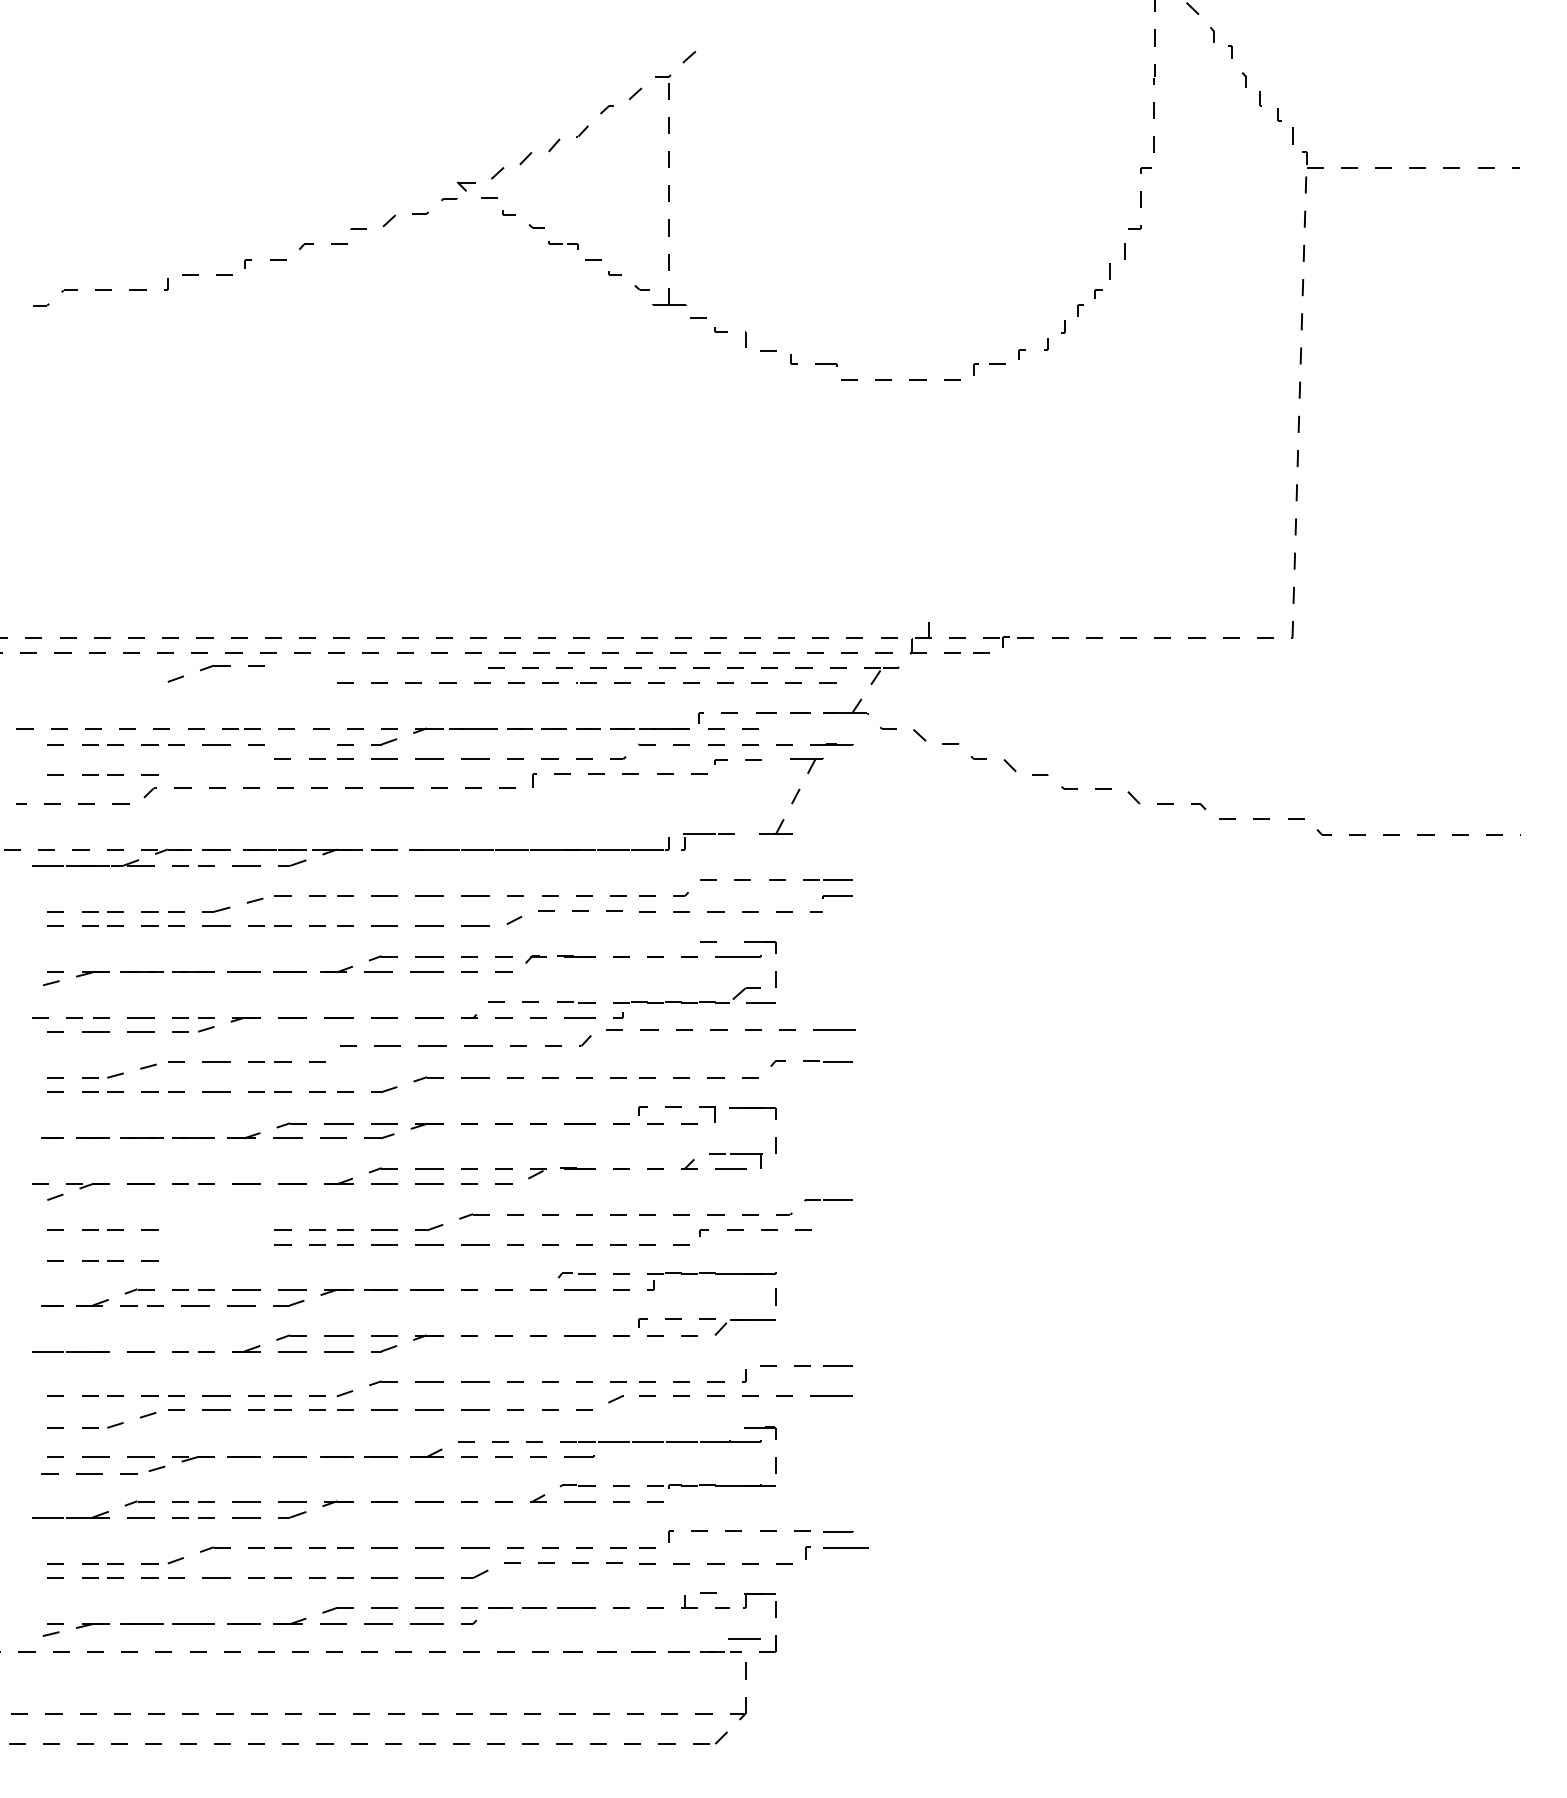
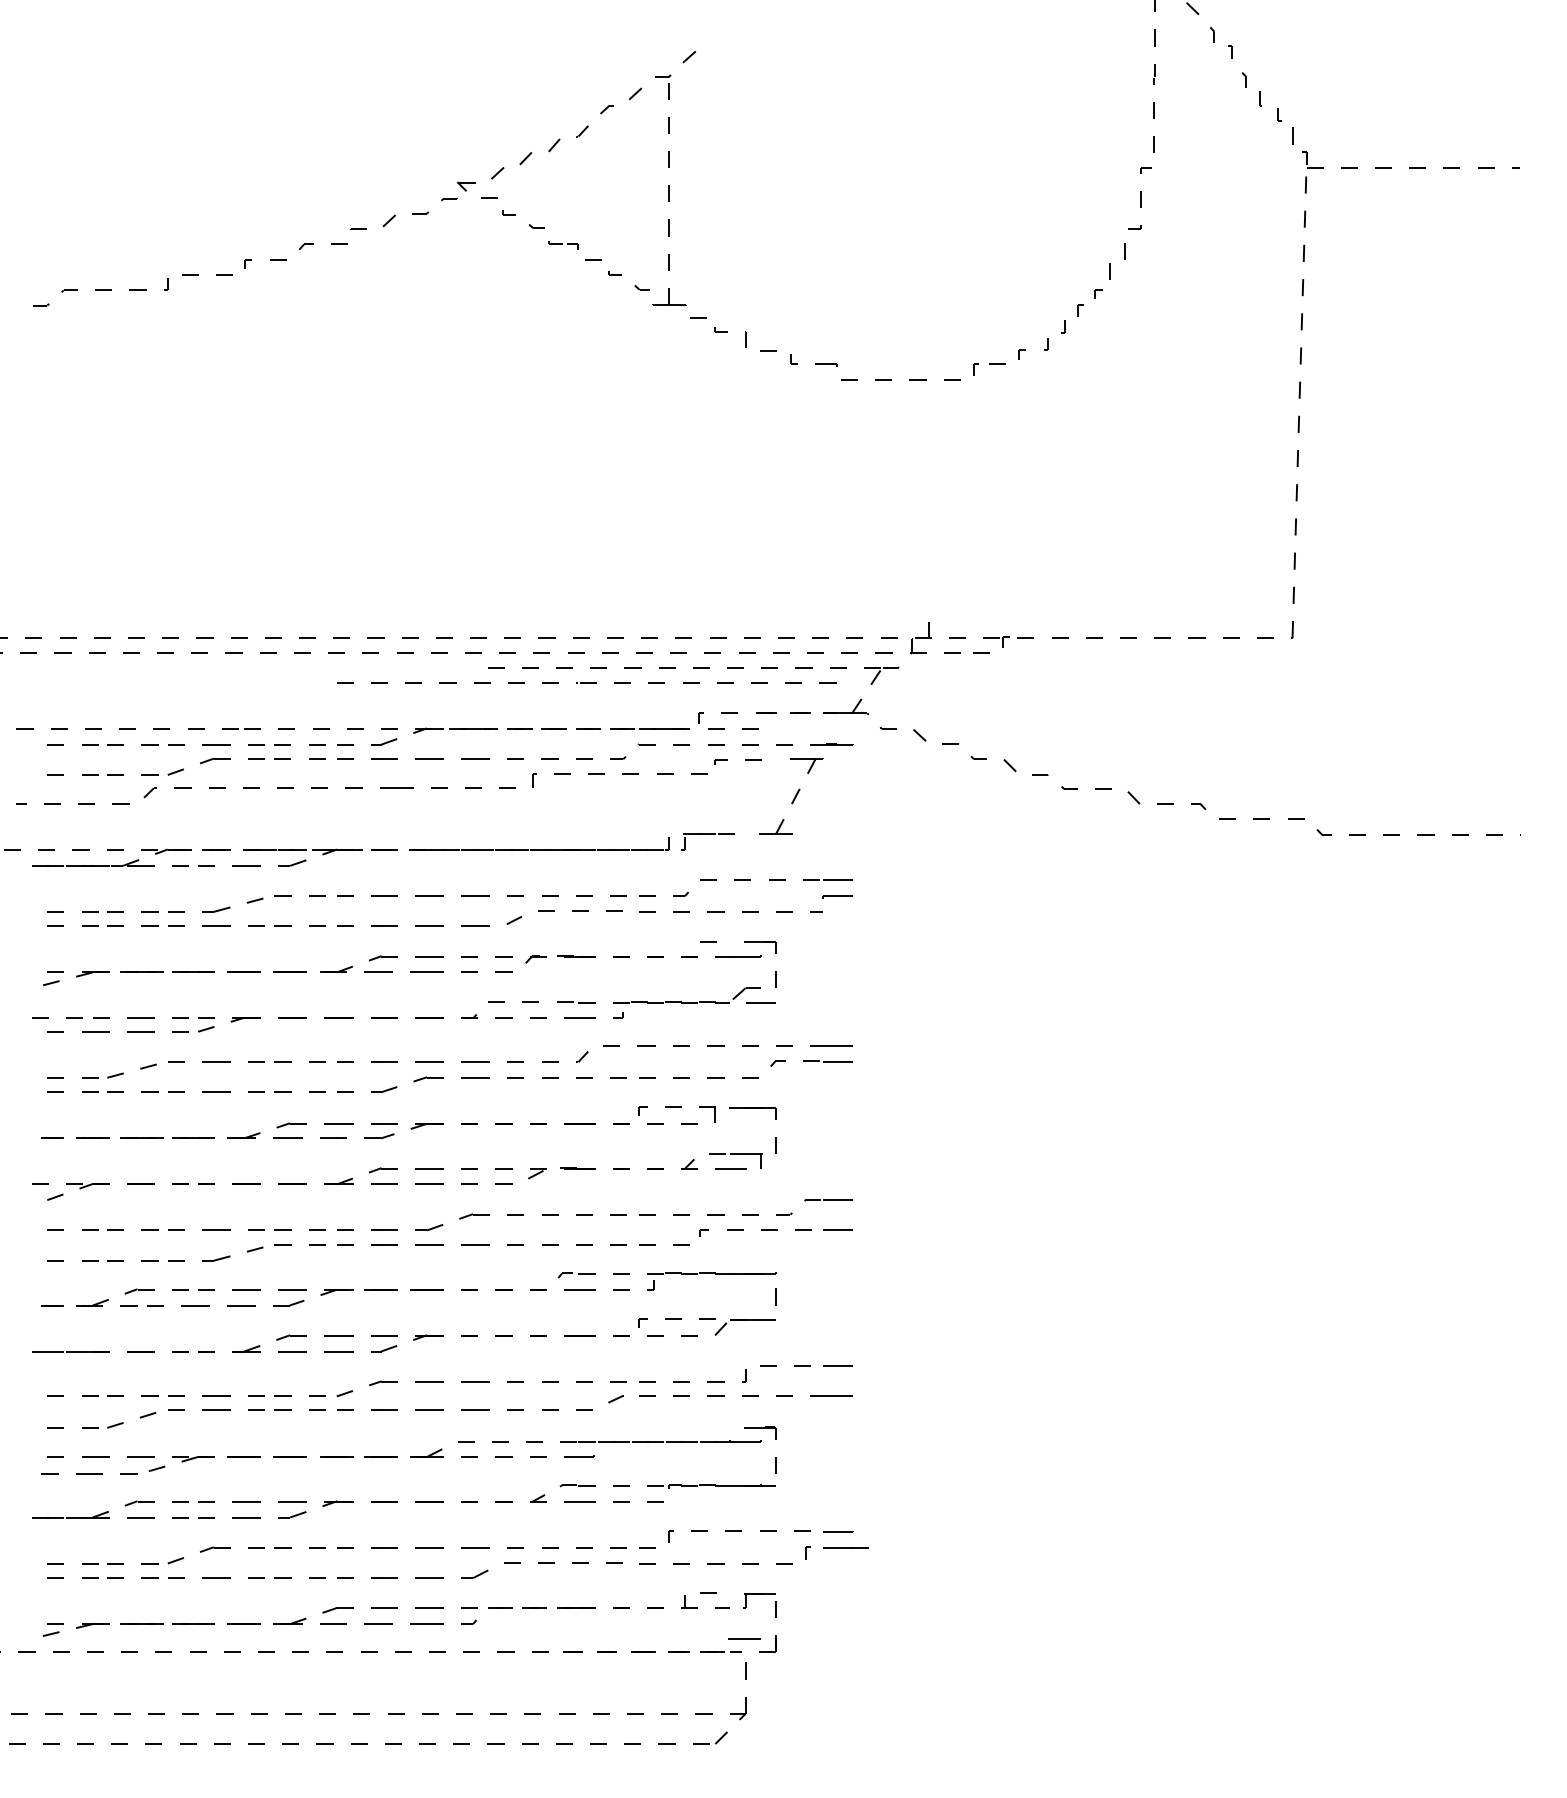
part at (212, 667) position: (212, 667) -> (212, 760)
line at (290, 744): none -> present
part at (591, 1036) position: (591, 1036) -> (588, 1052)
line at (216, 1229): none -> present
line at (837, 1229): none -> present
part at (215, 1253): none -> present
